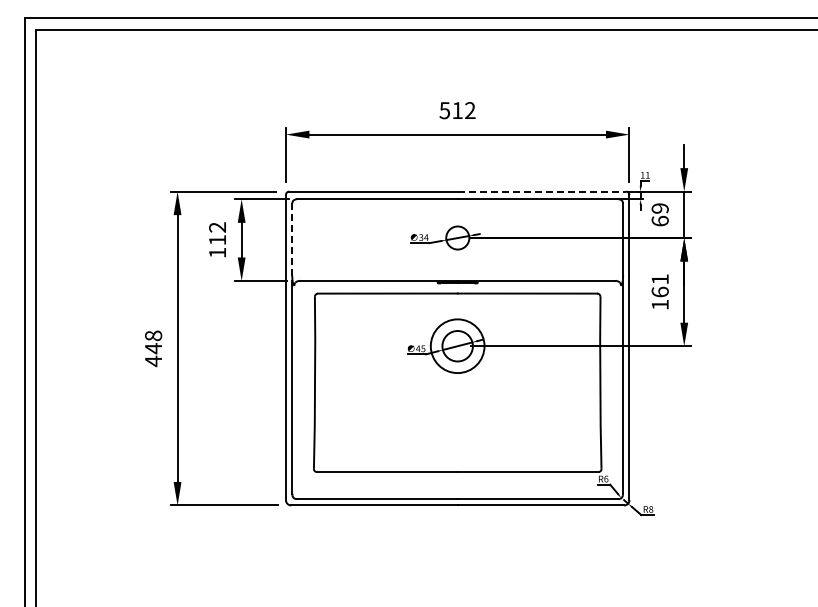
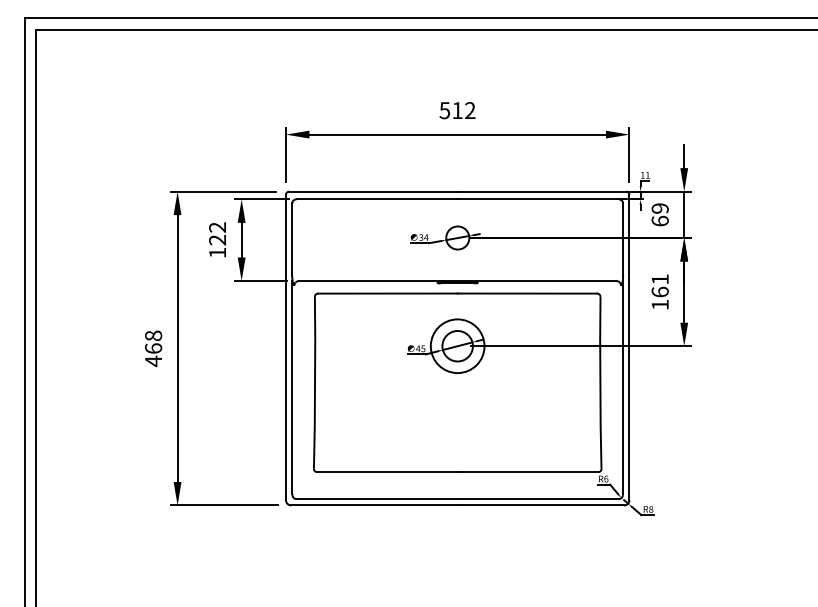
line at (542, 191): dashed -> solid
line at (292, 239): dashed -> solid
text at (217, 240): 112 -> 122
text at (153, 348): 448 -> 468
